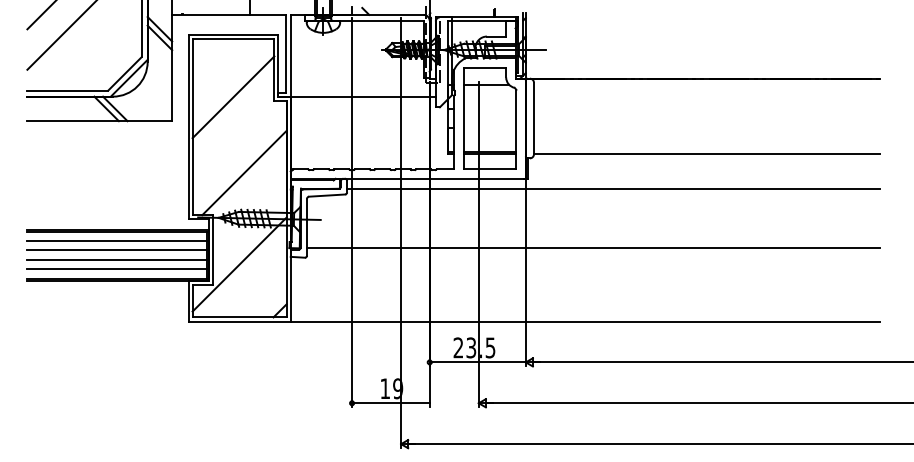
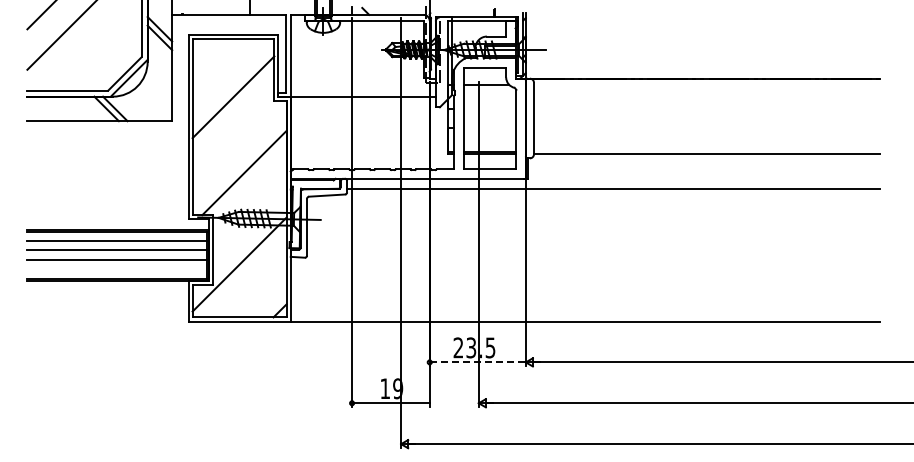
line at (593, 248): present -> none
line at (116, 269): present -> none
line at (478, 362): solid -> dashed
